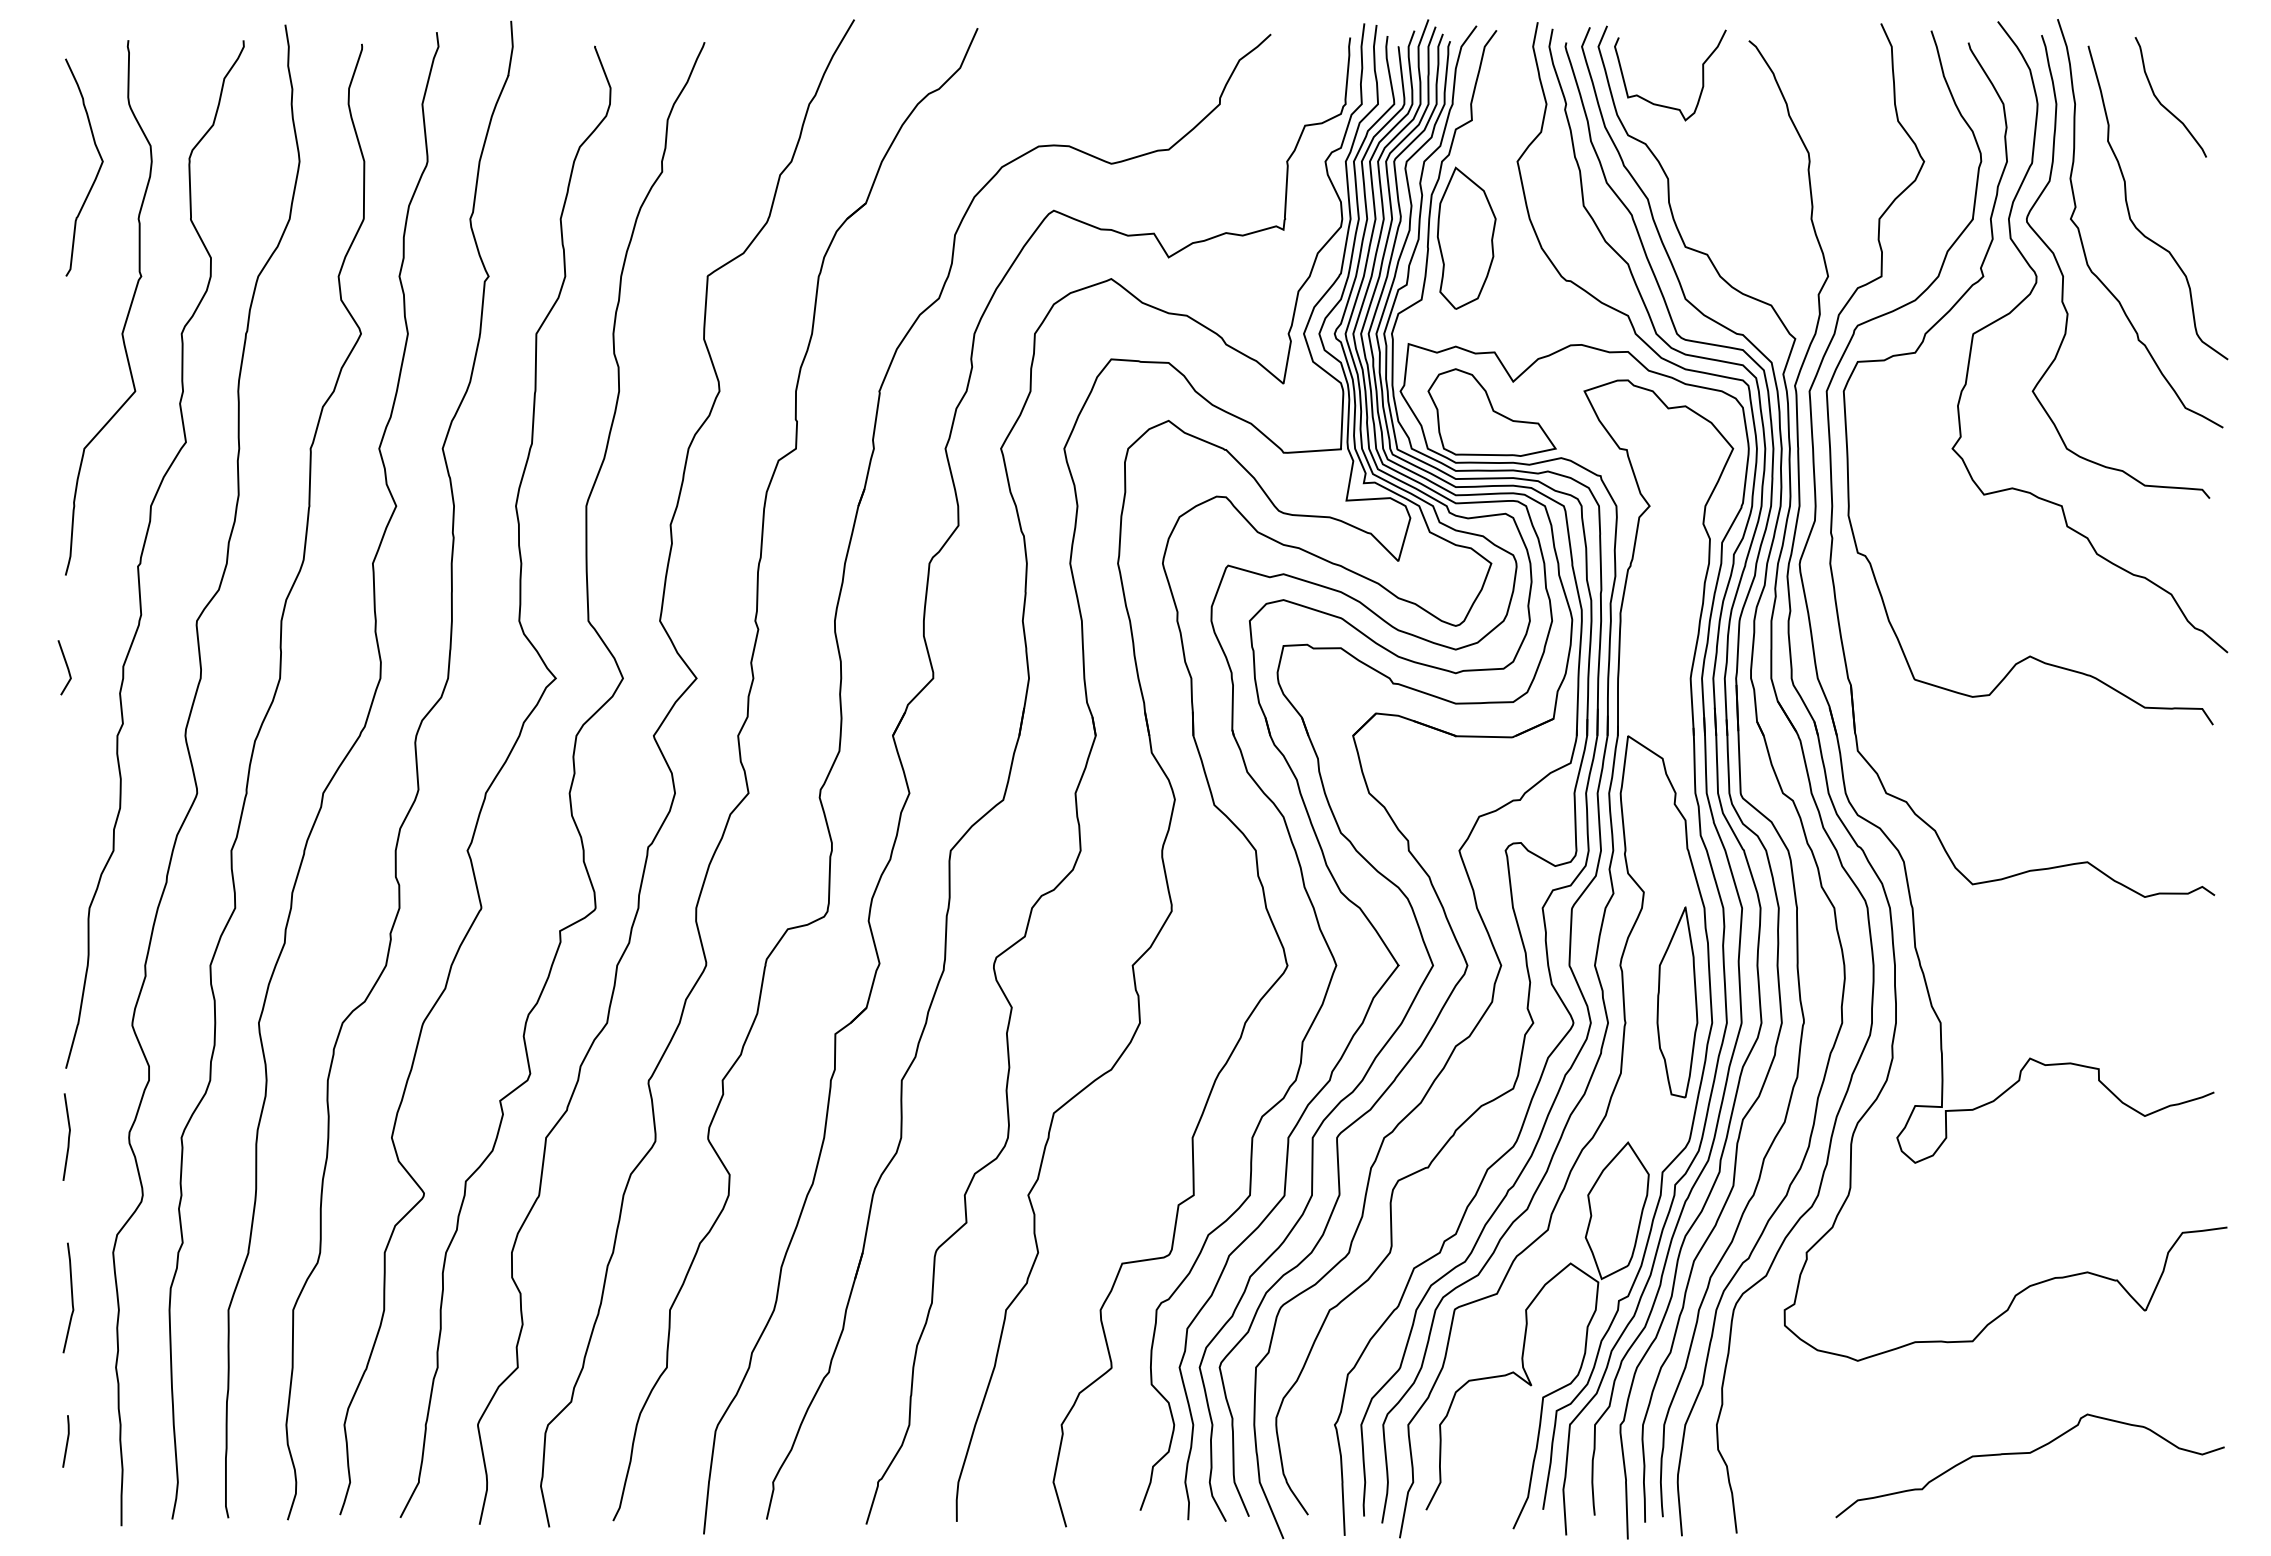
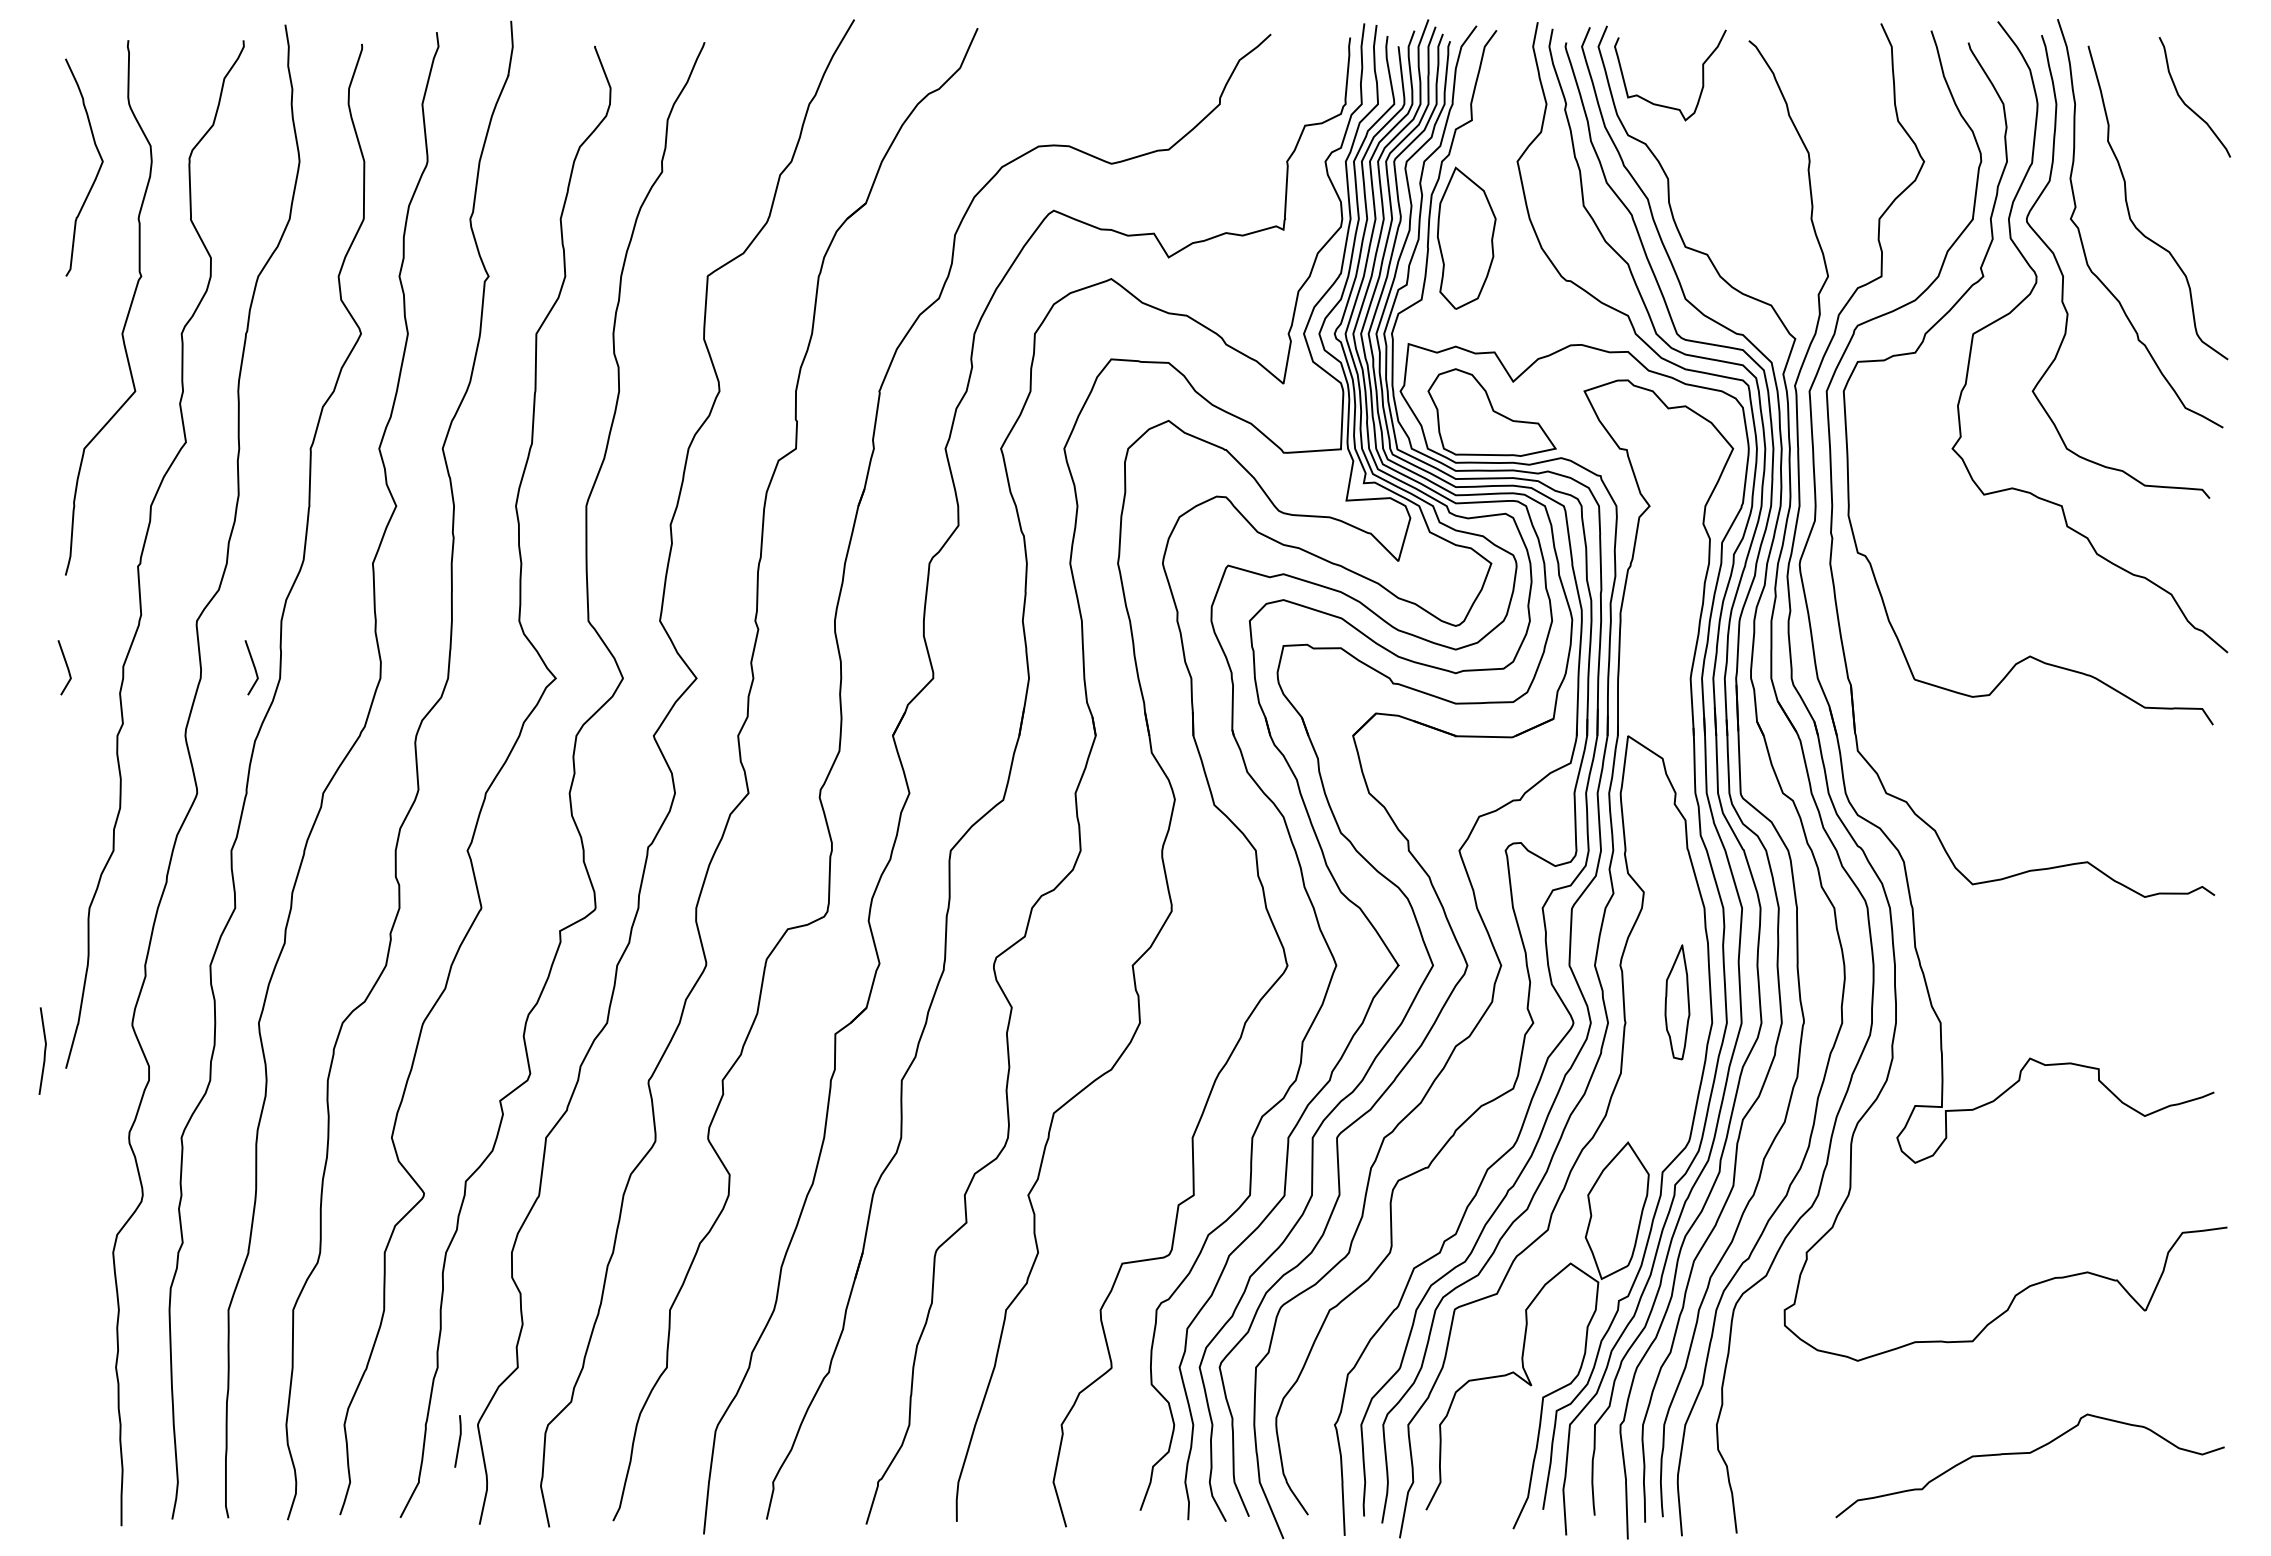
curve at (2165, 106) position: (2165, 106) -> (2189, 106)
line at (253, 667): none -> present
part at (1677, 1002) size: 43x193 px -> 27x117 px
line at (68, 1136) position: (68, 1136) -> (44, 1050)
curve at (71, 1297): present -> none
line at (66, 1441) position: (66, 1441) -> (458, 1441)
